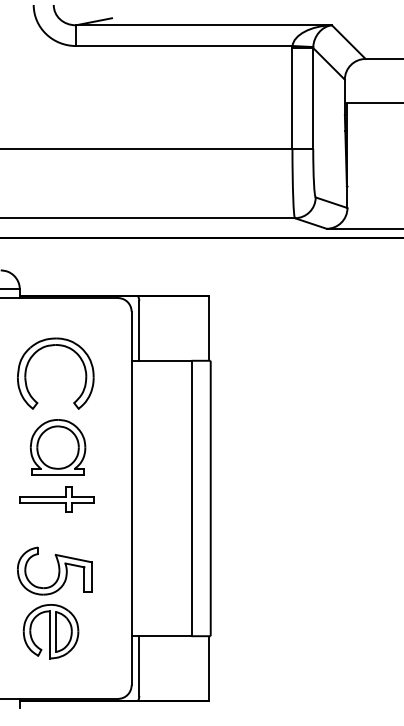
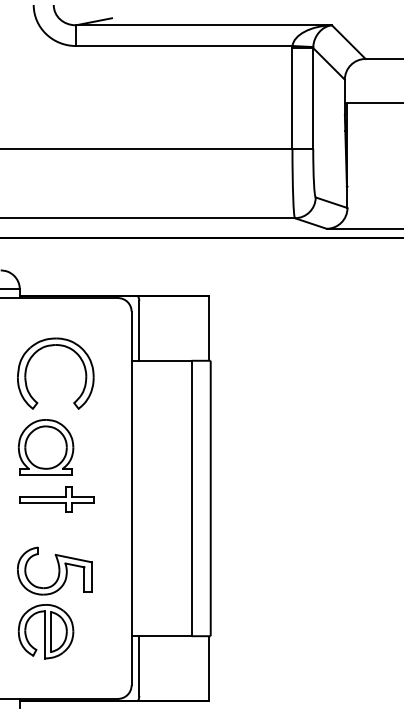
part at (57, 447) position: (57, 447) -> (45, 447)
part at (50, 631) position: (50, 631) -> (45, 631)
